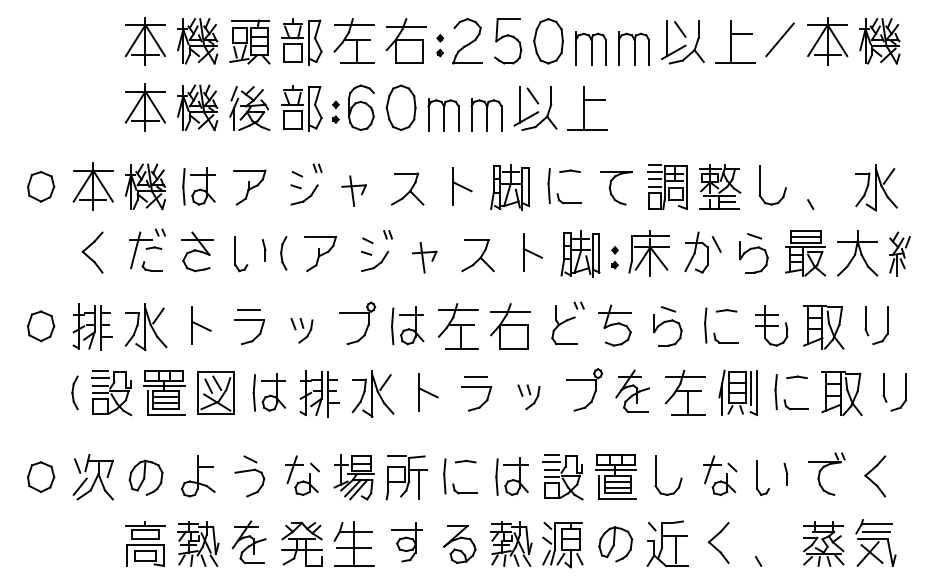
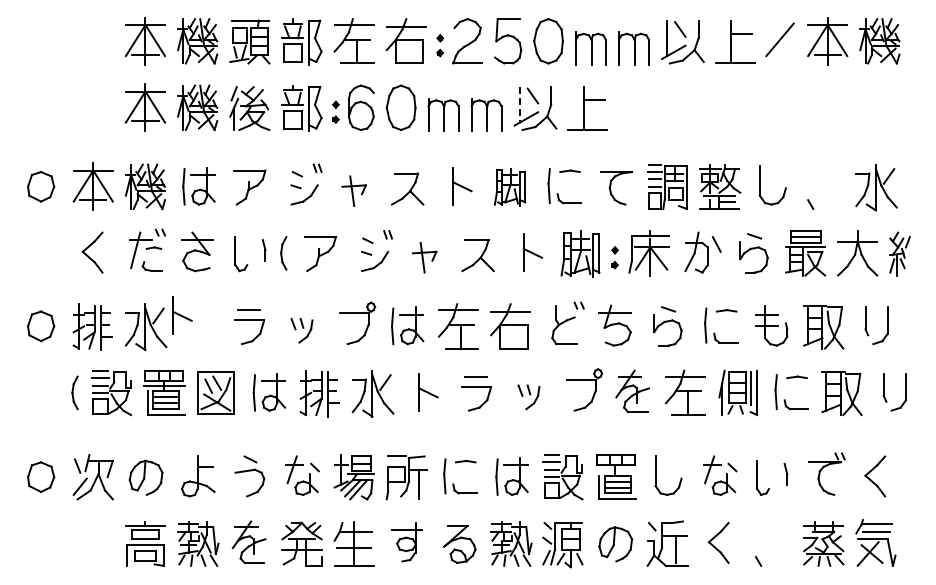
line at (519, 104): solid -> dashed
part at (509, 187) size: 40x47 px -> 33x39 px
part at (201, 325) position: (201, 325) -> (182, 315)
line at (615, 469): present -> none
